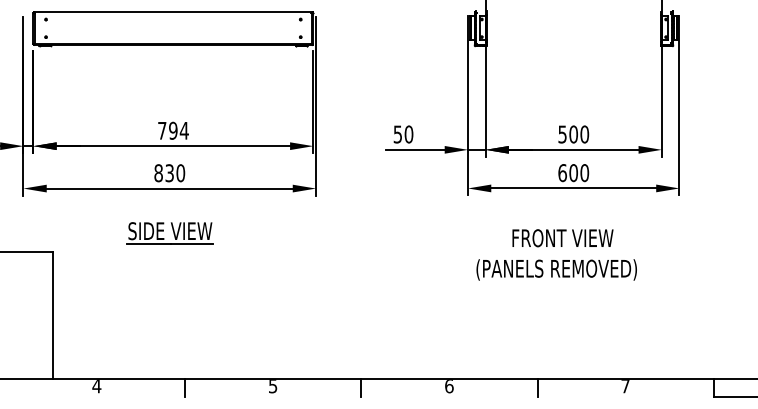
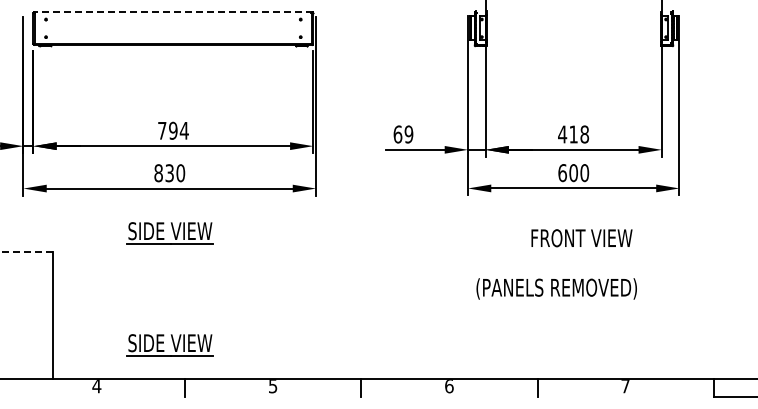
line at (172, 12): solid -> dashed
text at (403, 134): 50 -> 69
text at (573, 134): 500 -> 418
text at (562, 238) position: (562, 238) -> (581, 238)
line at (26, 252): solid -> dashed
text at (556, 269) position: (556, 269) -> (556, 288)
part at (169, 345): none -> present
